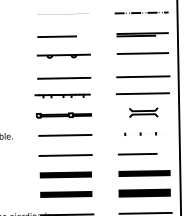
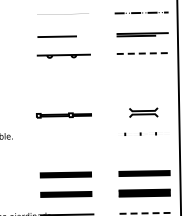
line at (143, 53): solid -> dashed
line at (143, 76): present -> none
line at (64, 77): present -> none
line at (142, 93): present -> none
part at (62, 95): present -> none
line at (65, 134): present -> none
line at (137, 154): present -> none
line at (65, 155): present -> none
line at (146, 213): solid -> dashed
